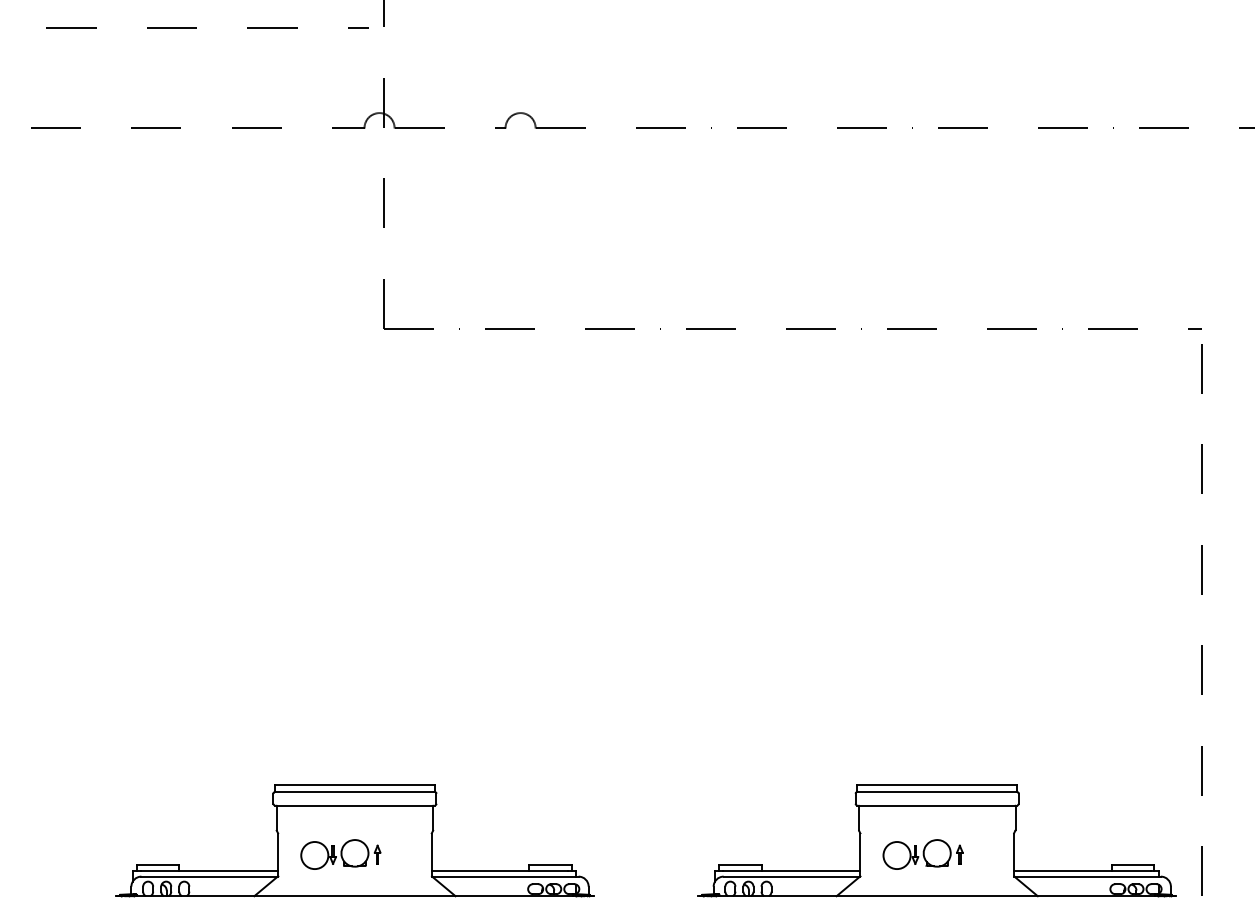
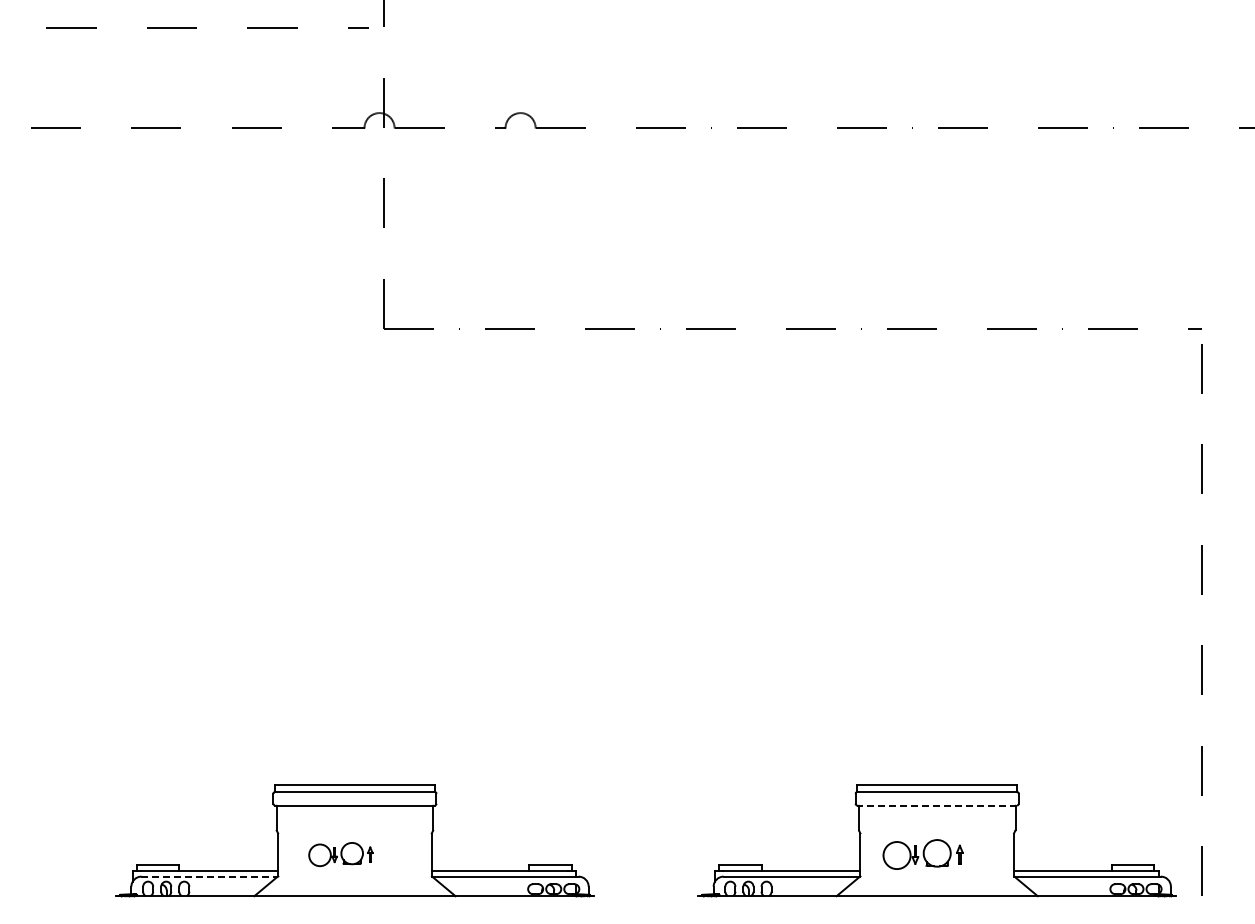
line at (937, 805): solid -> dashed
part at (340, 854) size: 82x31 px -> 66x26 px
line at (210, 876): solid -> dashed
